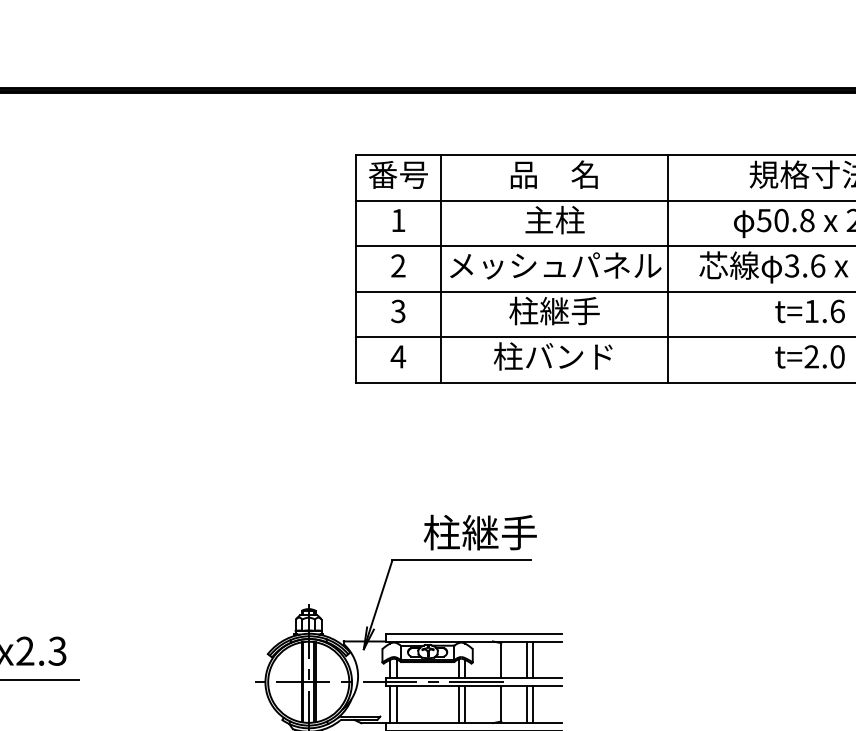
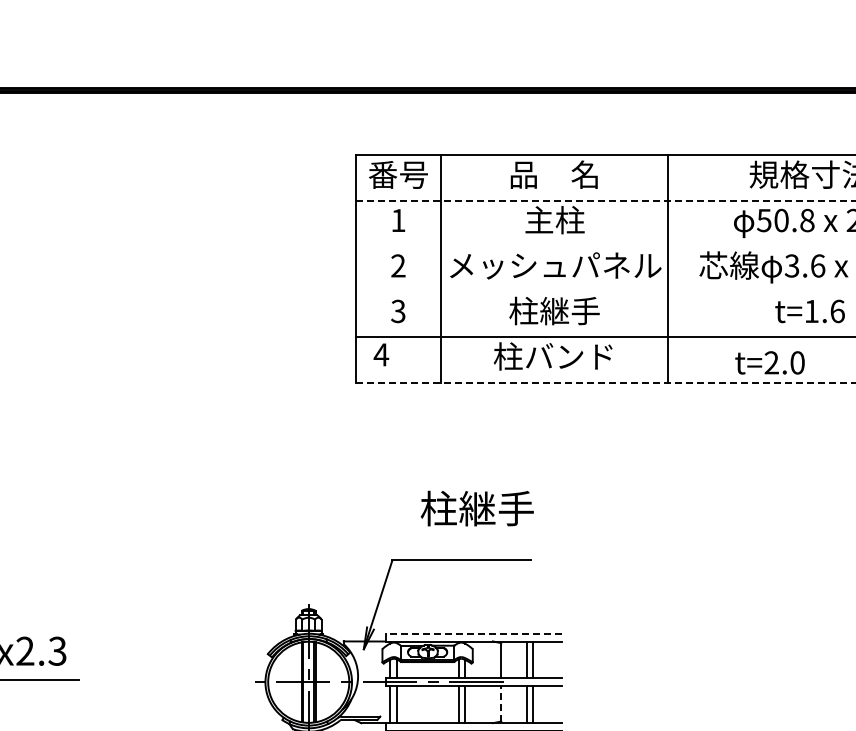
line at (605, 200): solid -> dashed
line at (603, 246): present -> none
line at (603, 291): present -> none
text at (398, 356) position: (398, 356) -> (381, 354)
text at (809, 356) position: (809, 356) -> (769, 362)
line at (605, 382): solid -> dashed
text at (479, 532) position: (479, 532) -> (476, 508)
line at (473, 633): solid -> dashed
line at (501, 703): solid -> dashed
